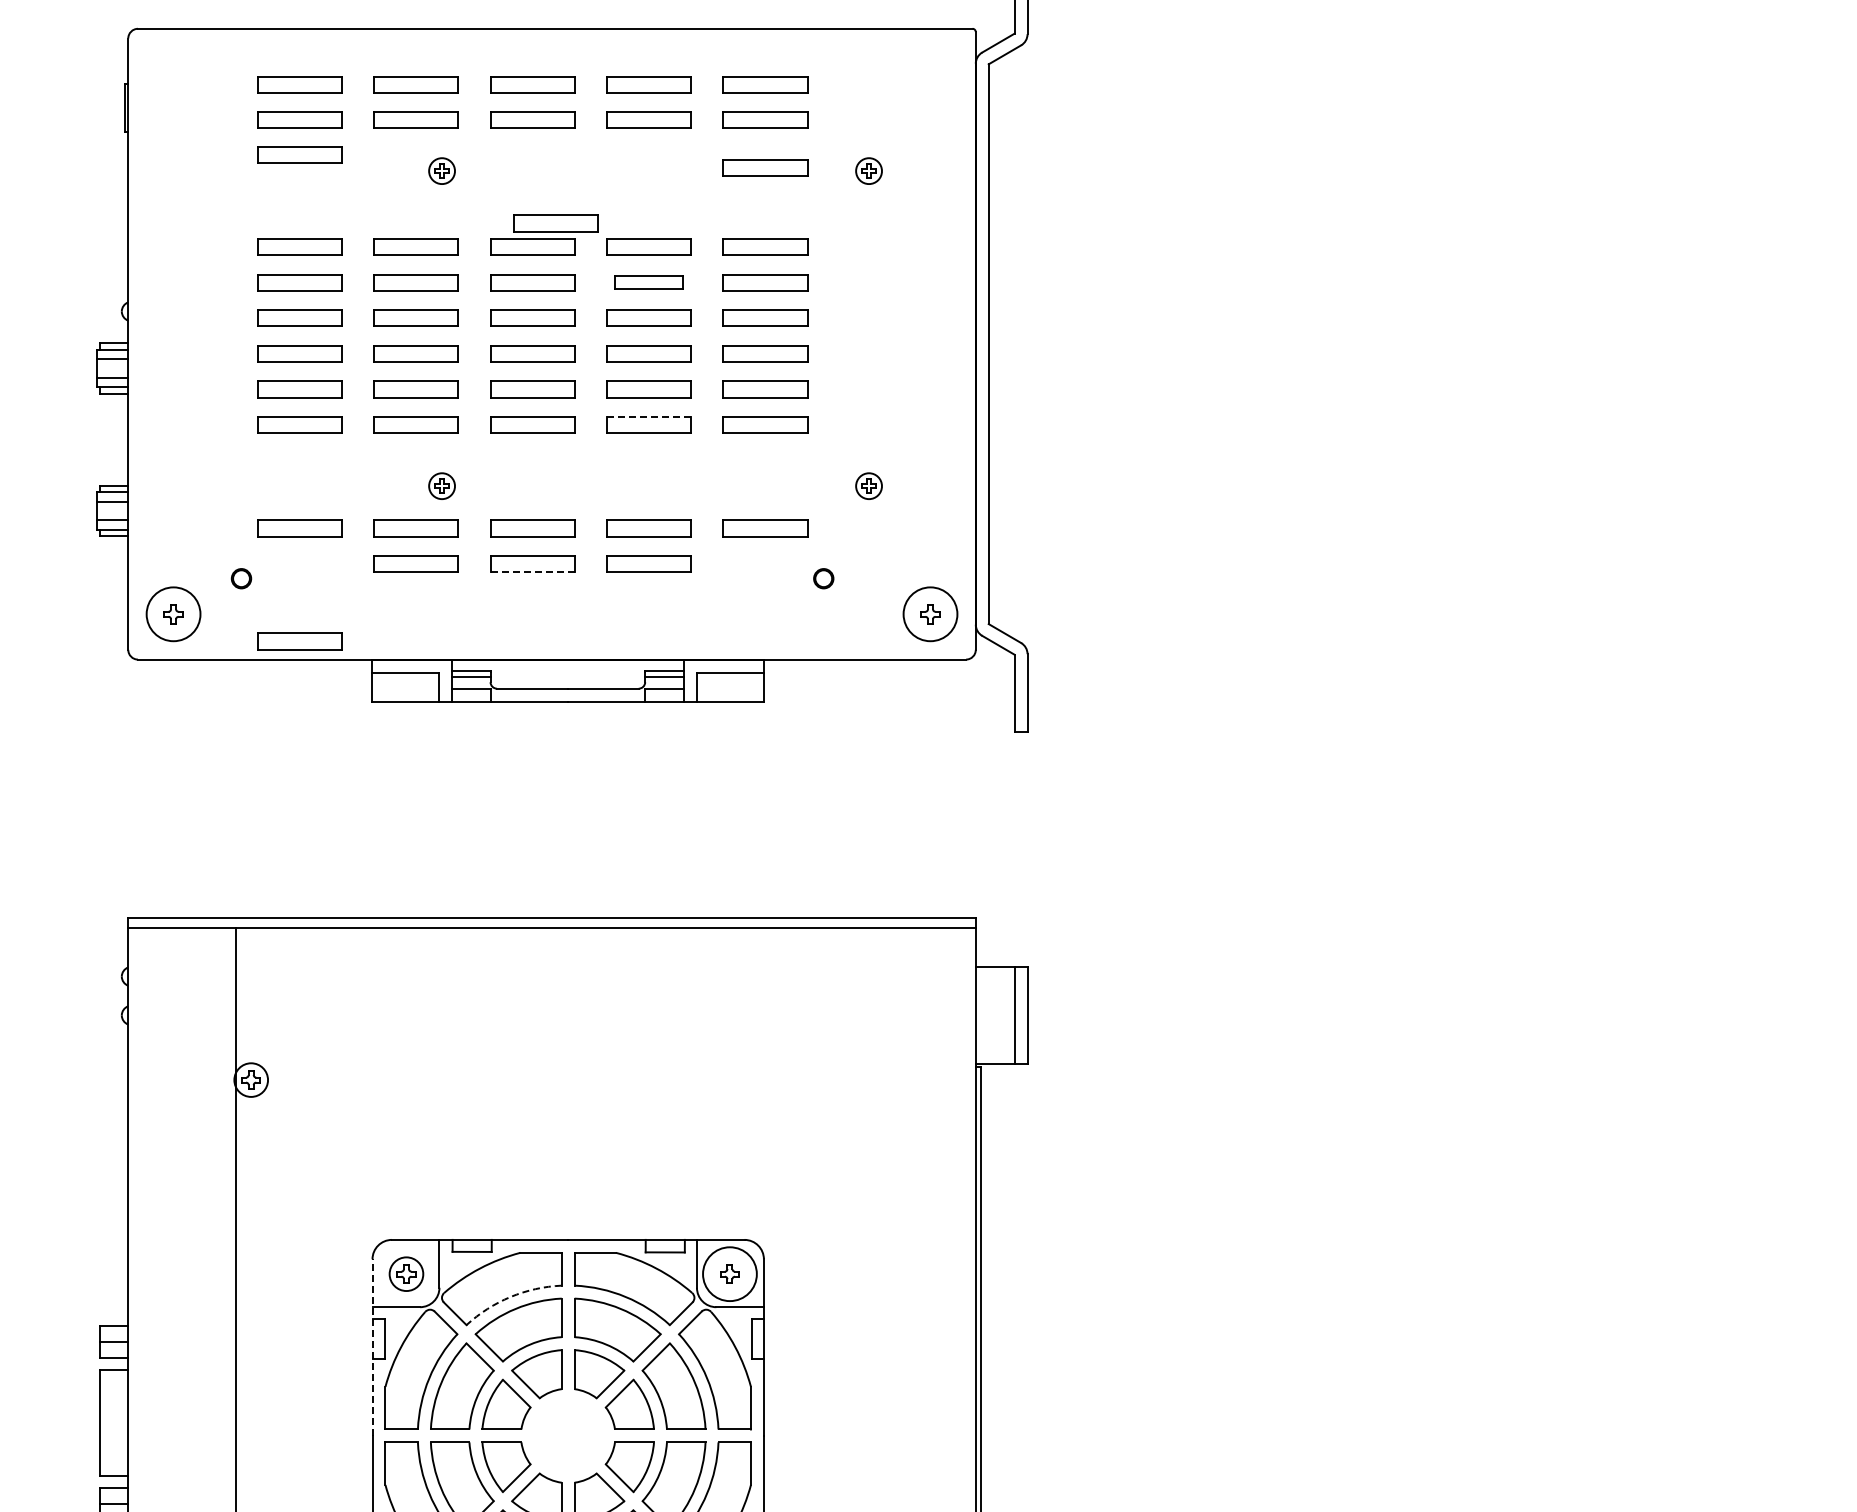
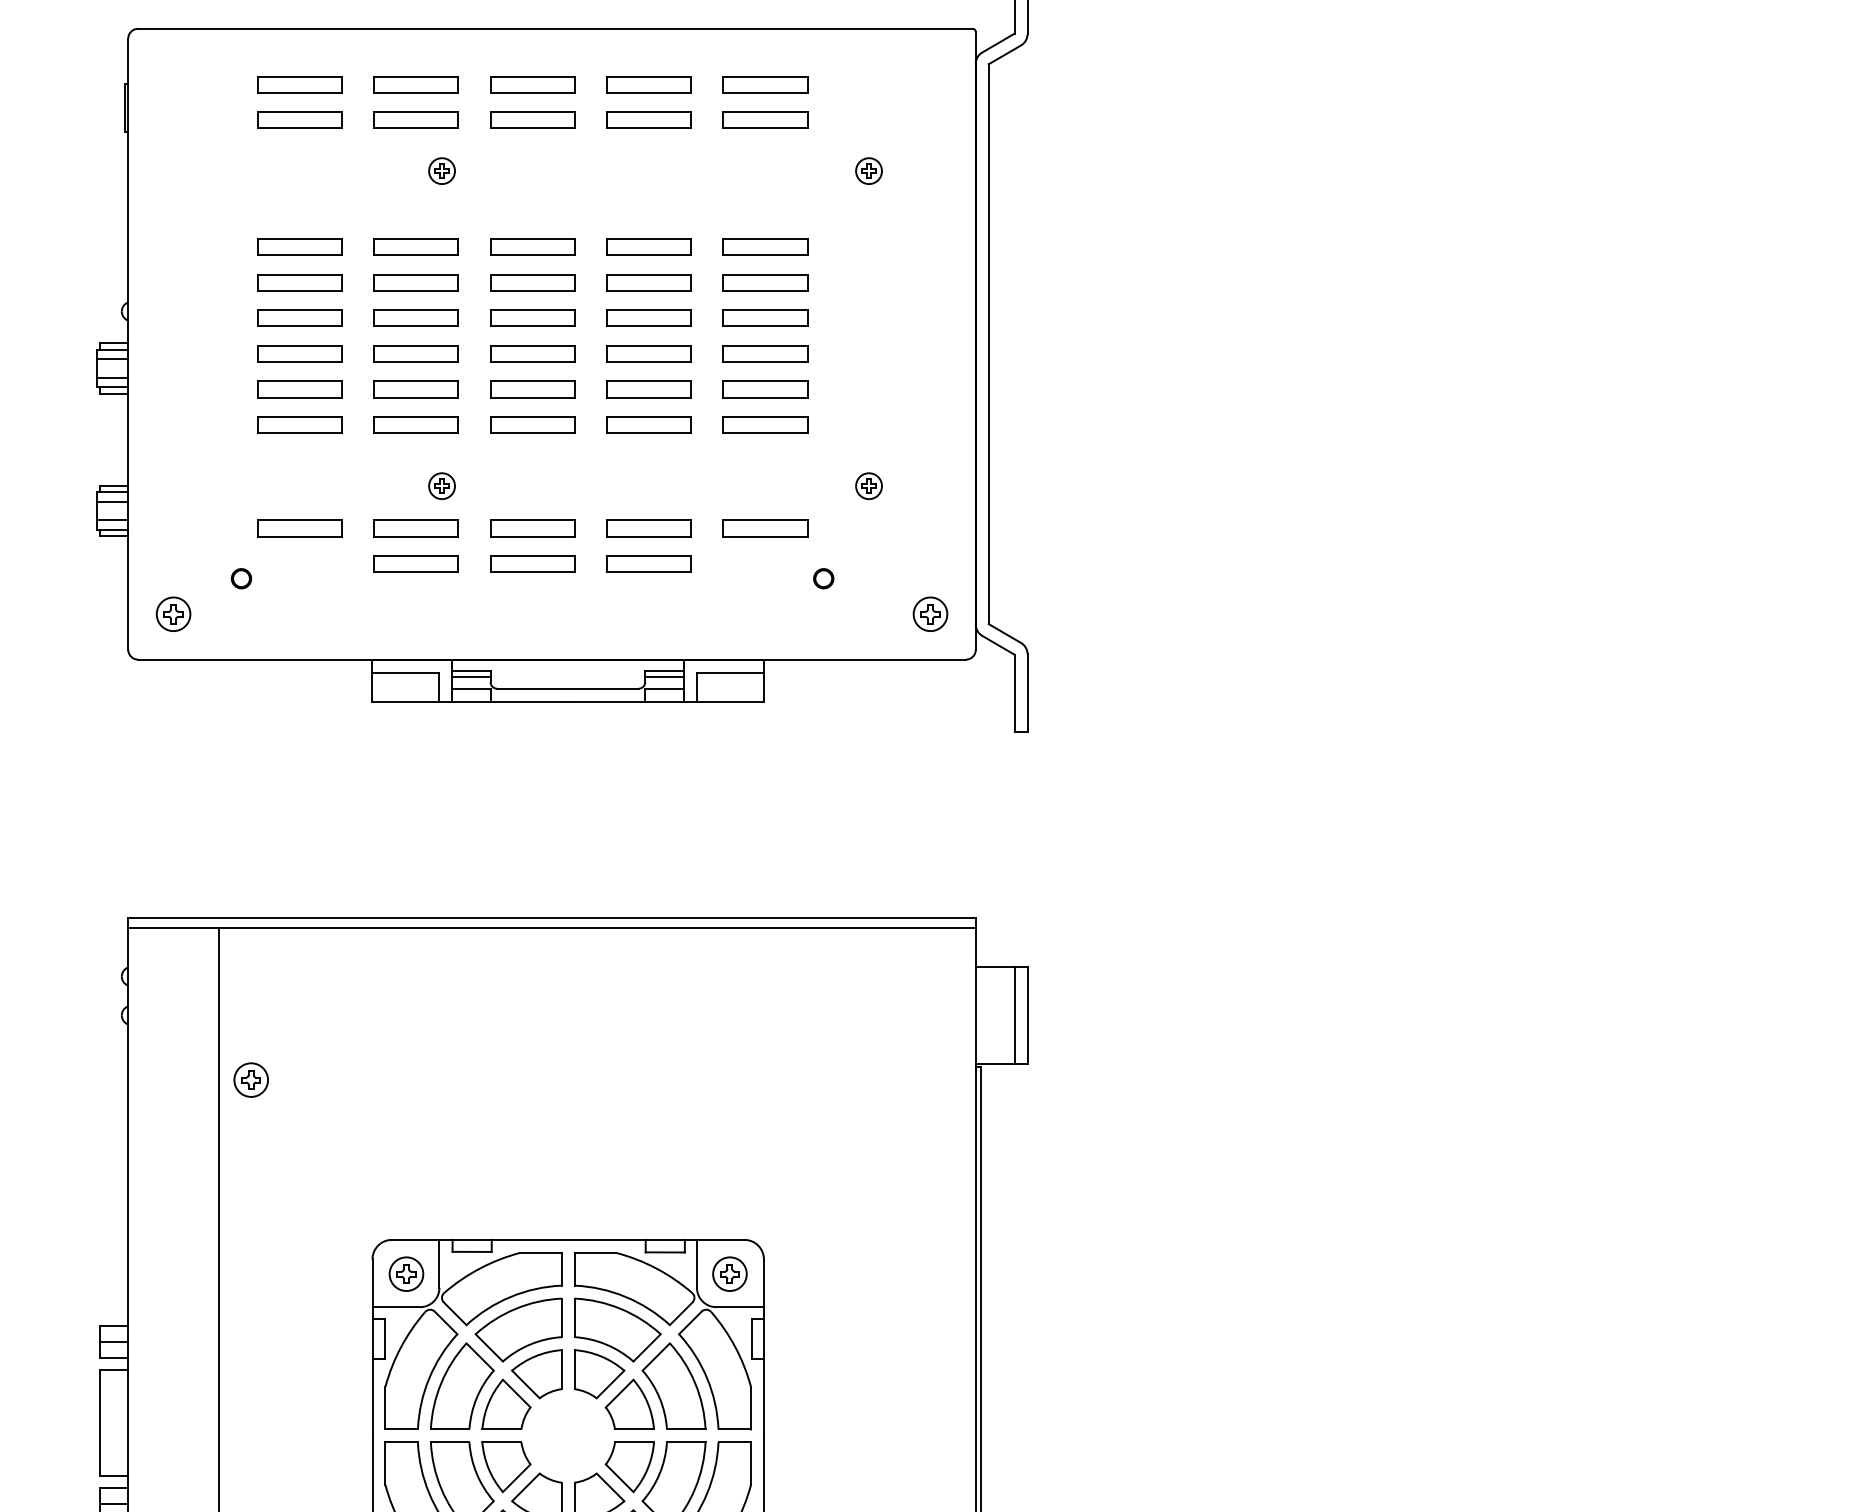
part at (299, 154): present -> none
part at (765, 167): present -> none
part at (555, 223): present -> none
part at (648, 282) size: 70x15 px -> 86x18 px
line at (648, 416): dashed -> solid
line at (533, 572): dashed -> solid
circle at (173, 614) diameter: 54 px -> 34 px
circle at (930, 614) diameter: 54 px -> 34 px
part at (299, 641): present -> none
line at (235, 1218) position: (235, 1218) -> (218, 1218)
circle at (729, 1274) diameter: 54 px -> 34 px
arc at (510, 1296): dashed -> solid
line at (372, 1347): dashed -> solid
